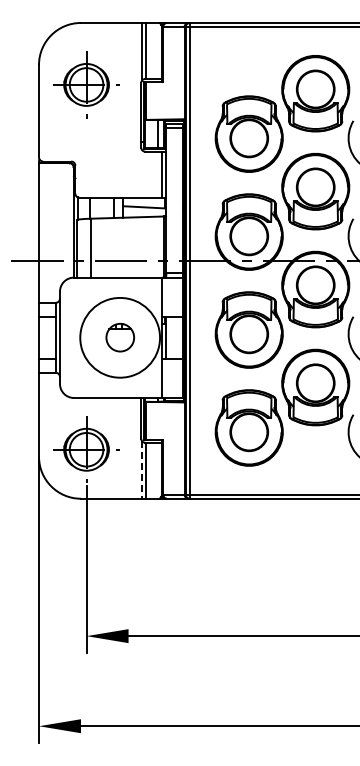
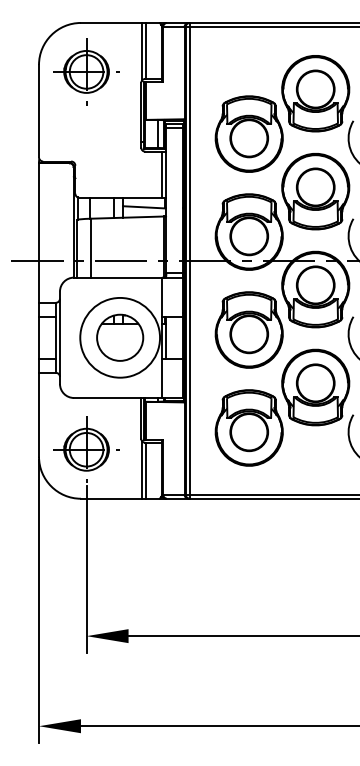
part at (86, 84) position: (86, 84) -> (86, 71)
part at (119, 337) size: 30x30 px -> 49x49 px
line at (141, 469): dashed -> solid
